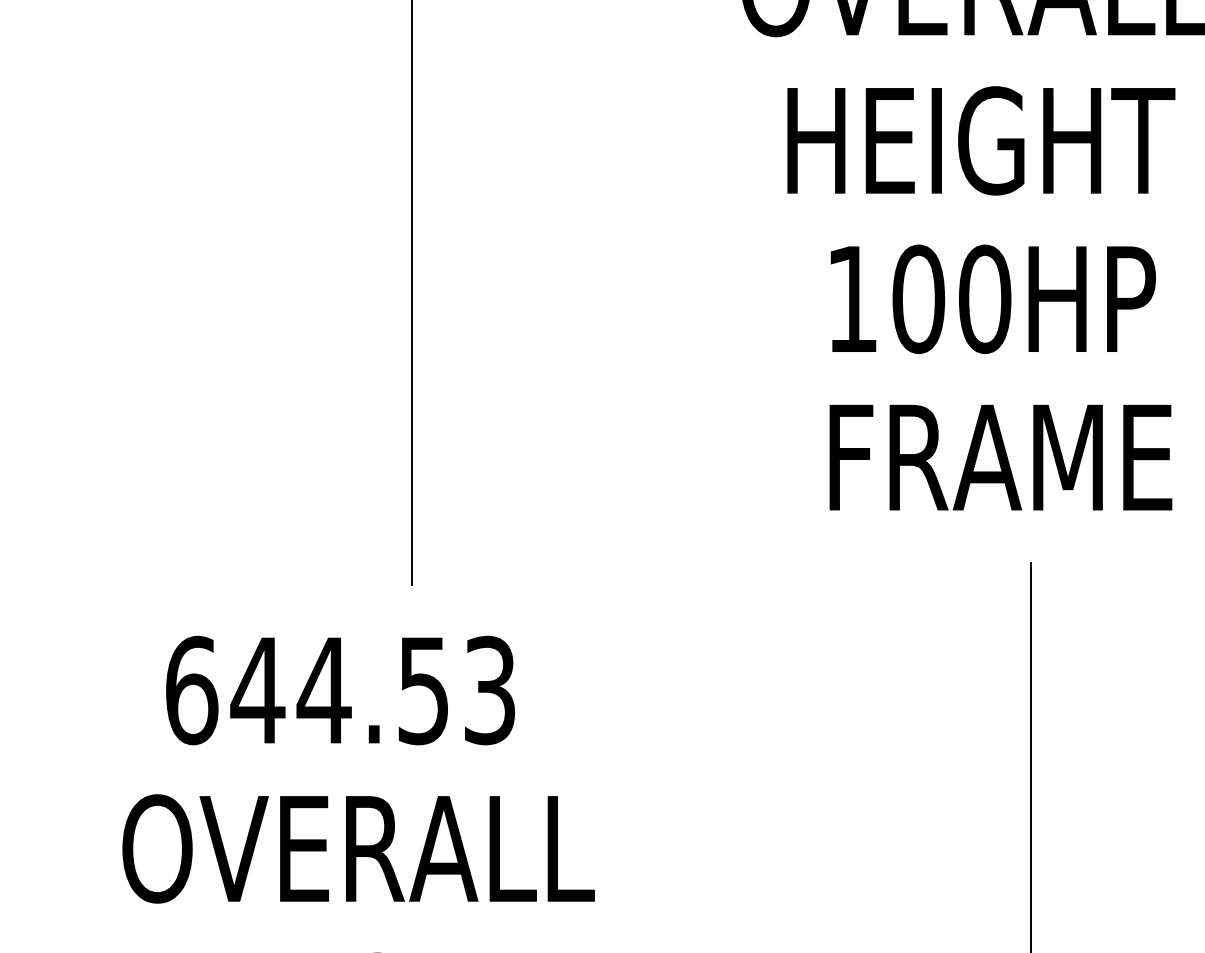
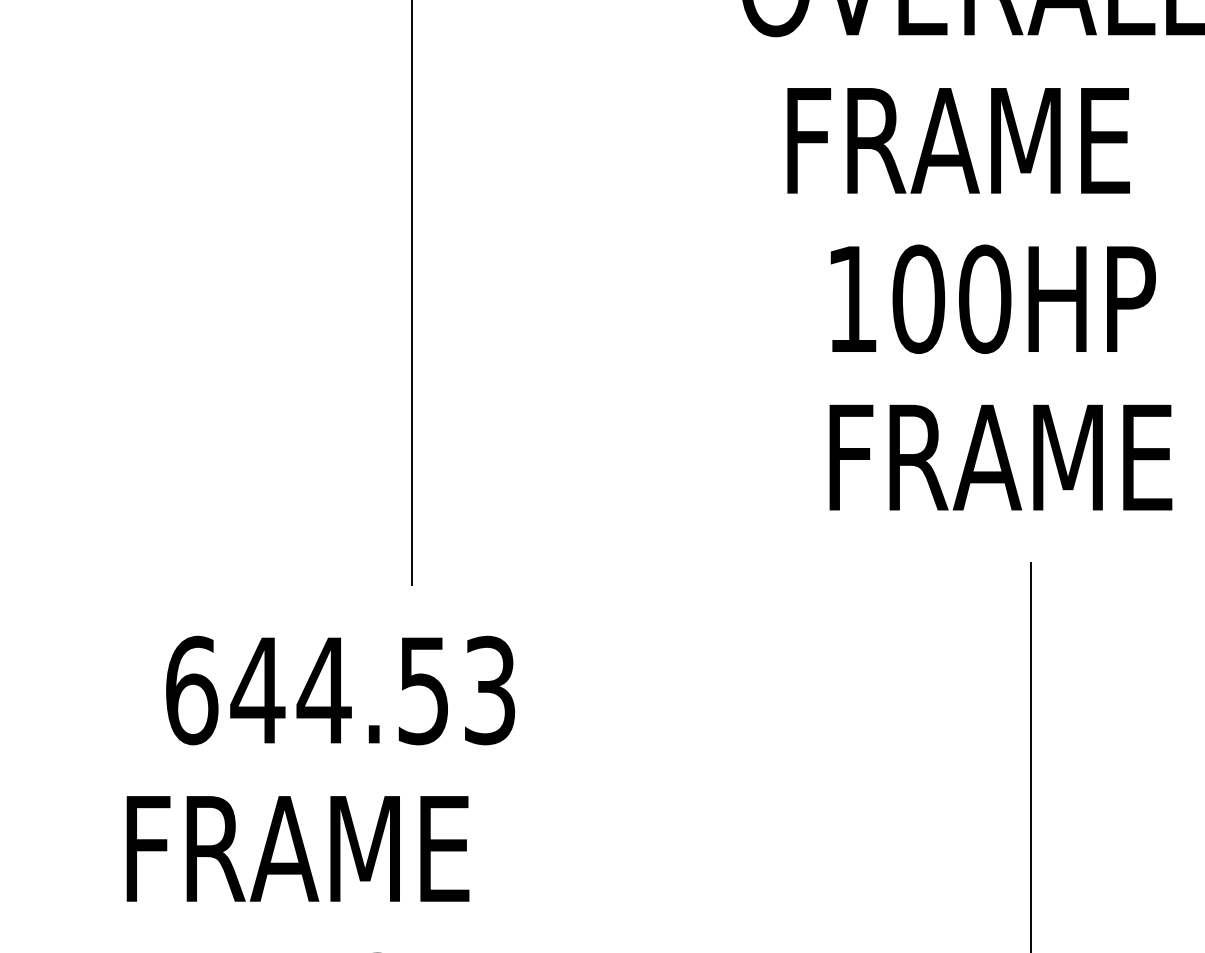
text at (986, 140): HEIGHT -> FRAME
text at (358, 848): OVERALL -> FRAME
